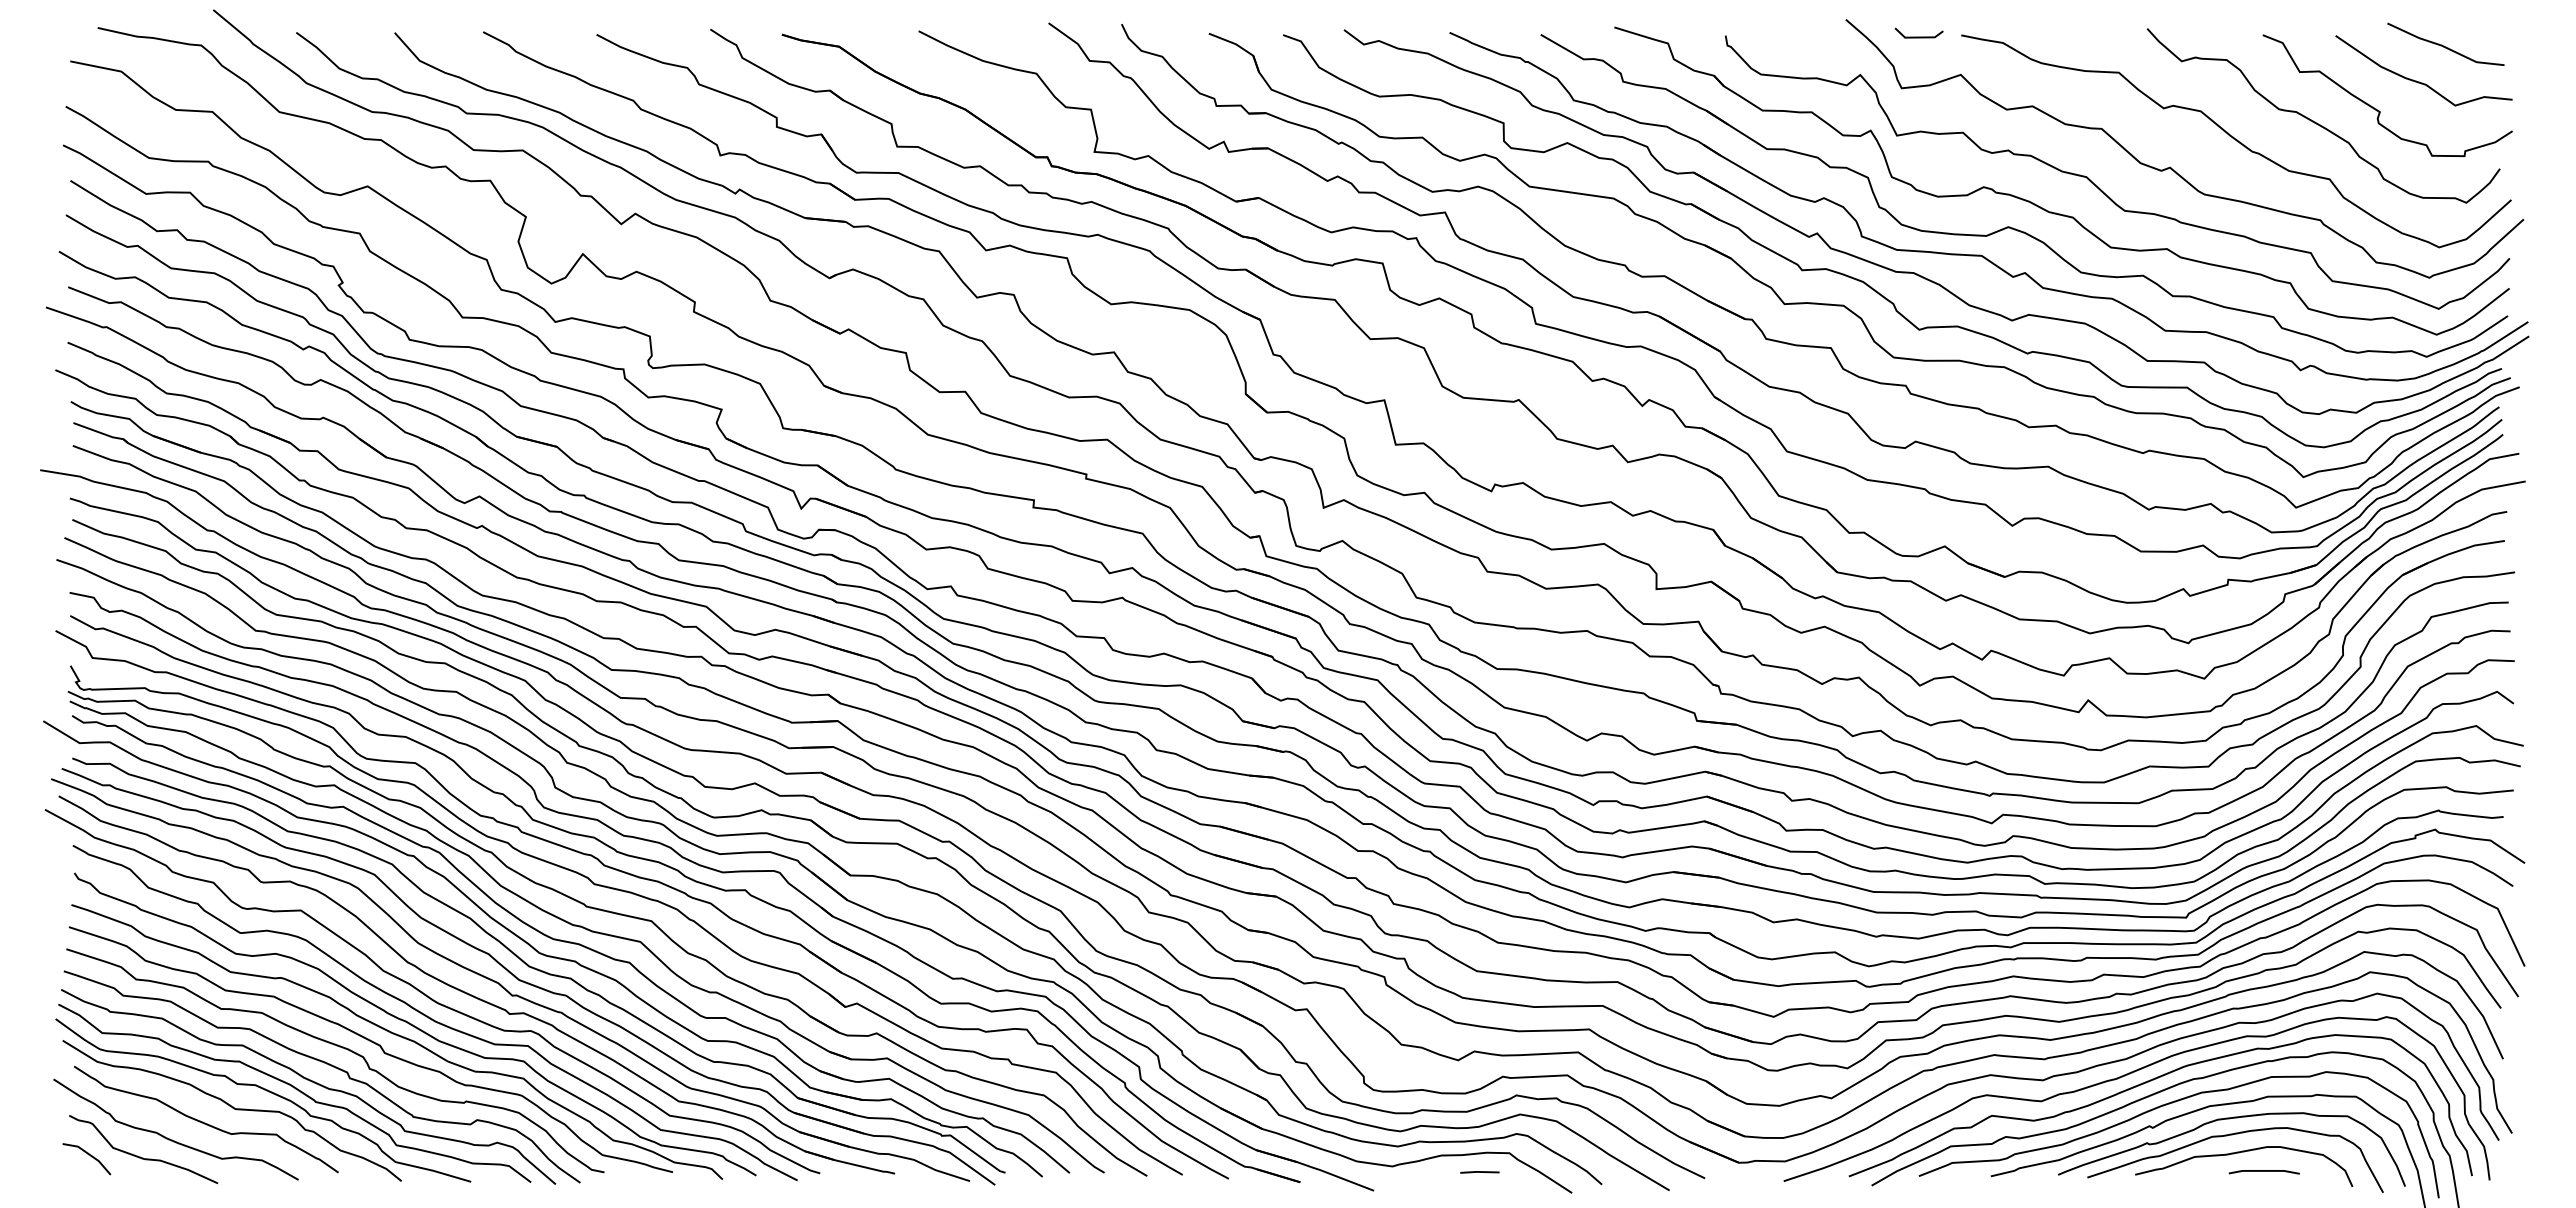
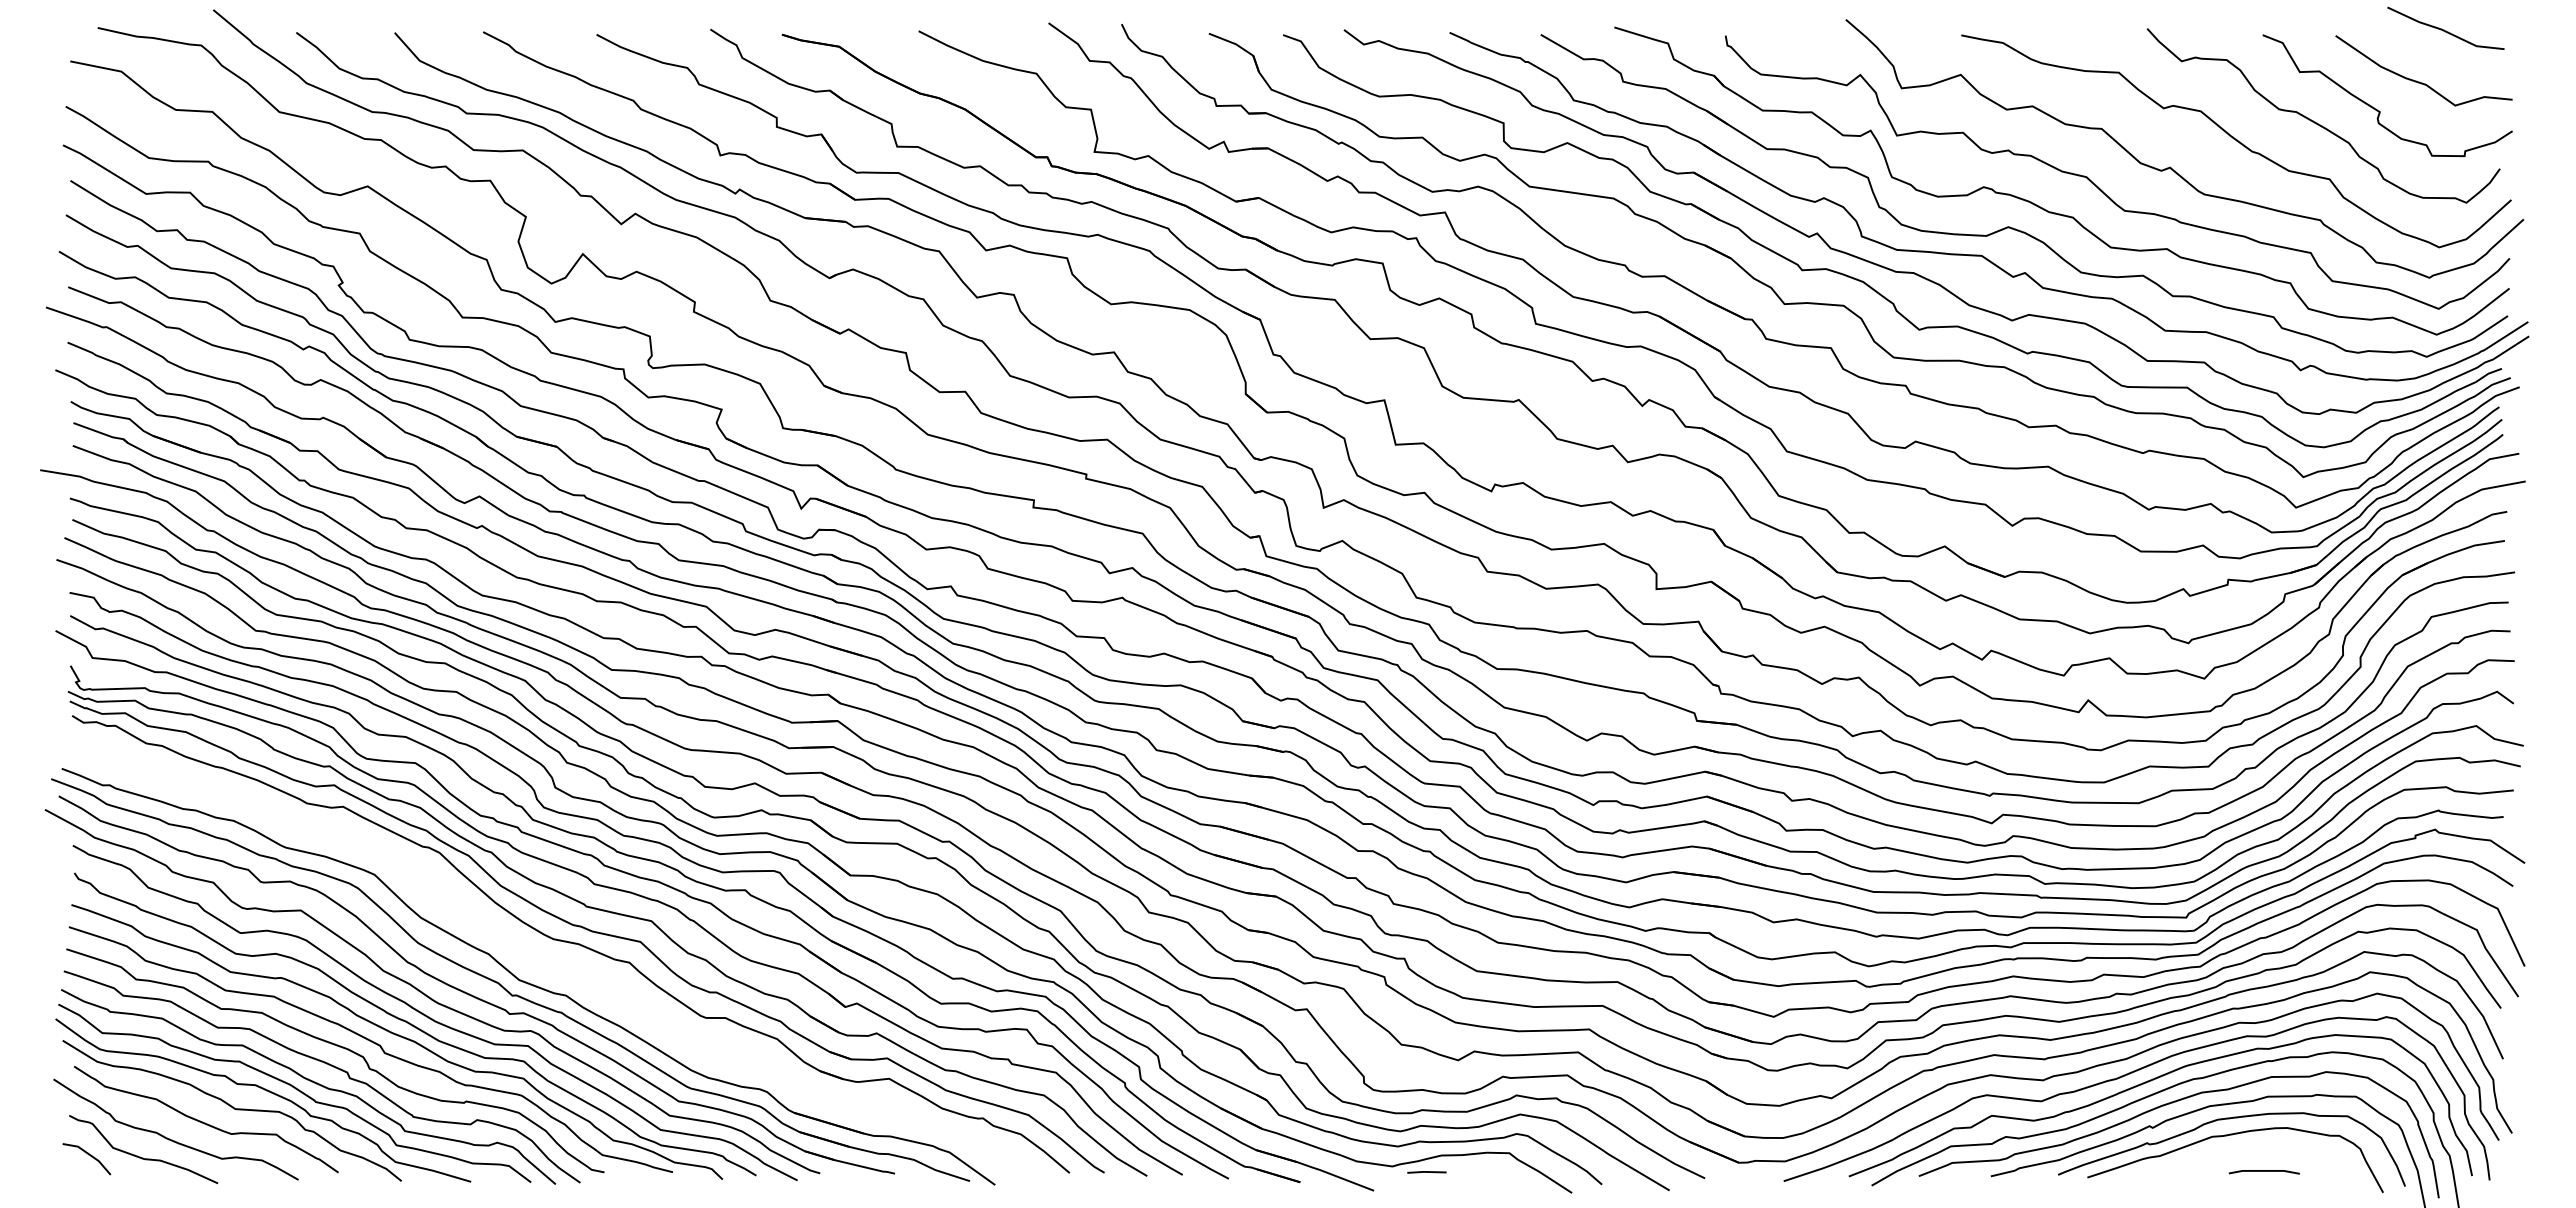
line at (1918, 36): present -> none
line at (2444, 45) position: (2444, 45) -> (2444, 29)
part at (542, 948): present -> none
curve at (2239, 1153): present -> none
line at (1479, 1172) position: (1479, 1172) -> (1426, 1172)
